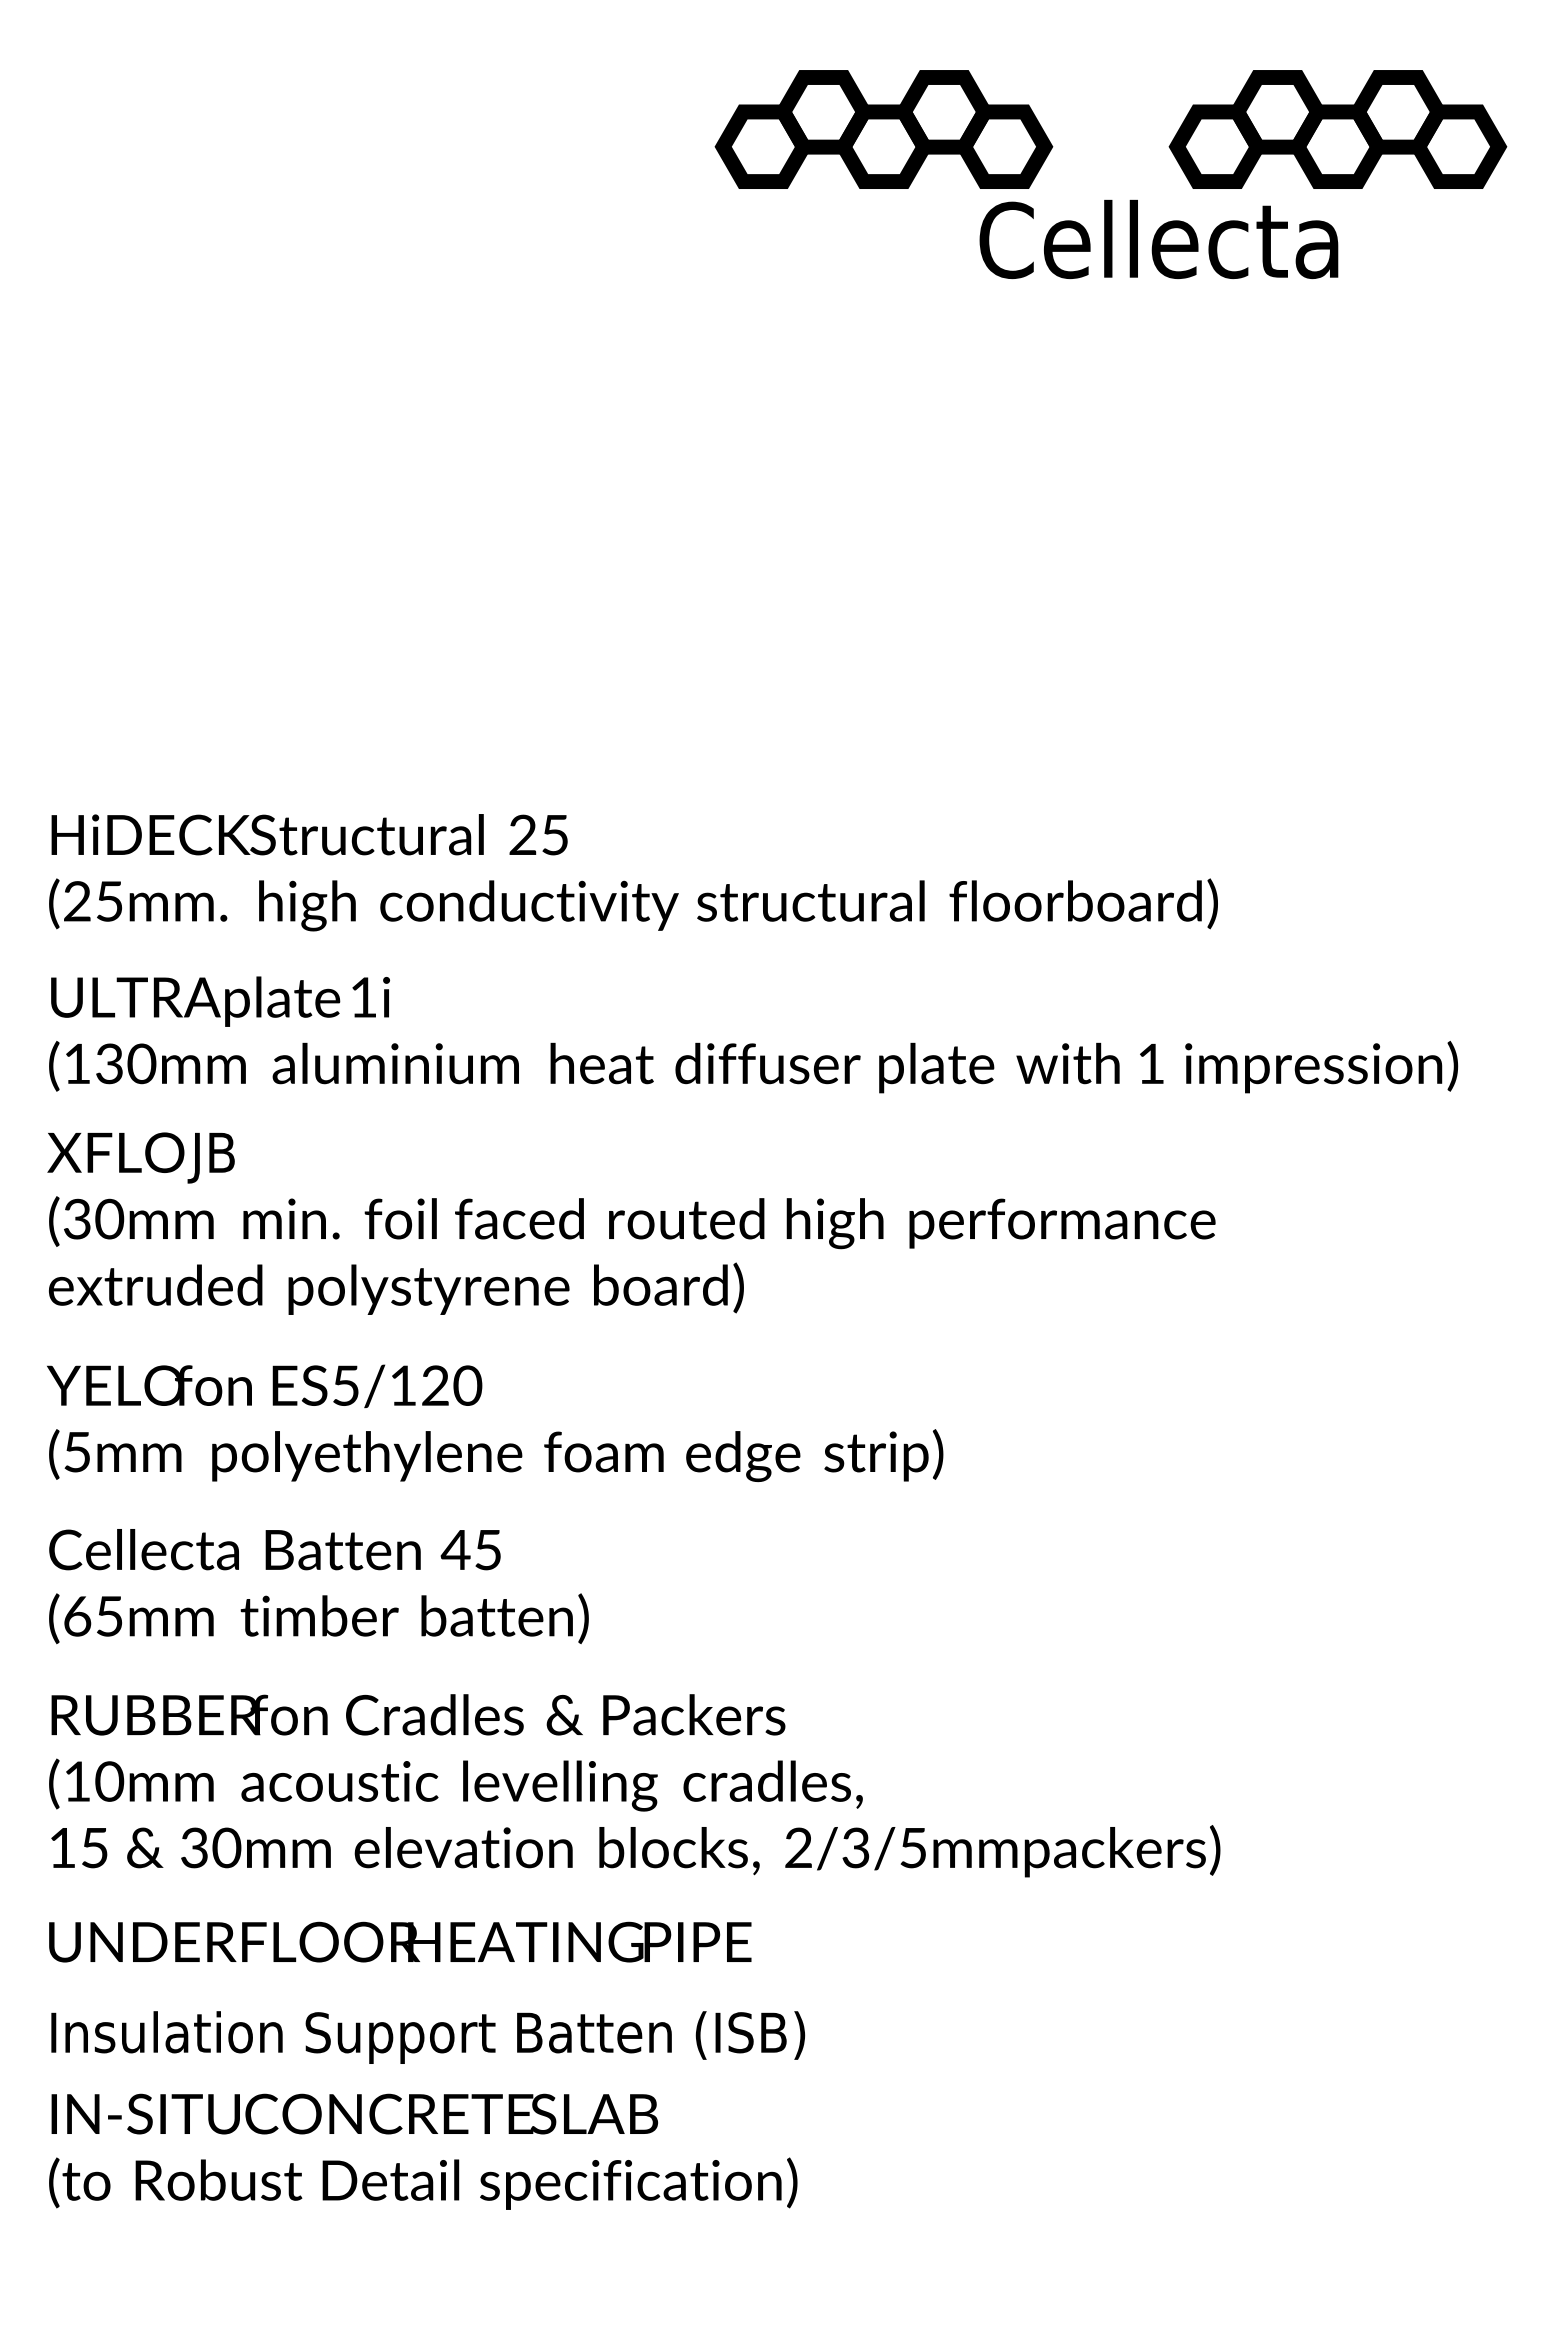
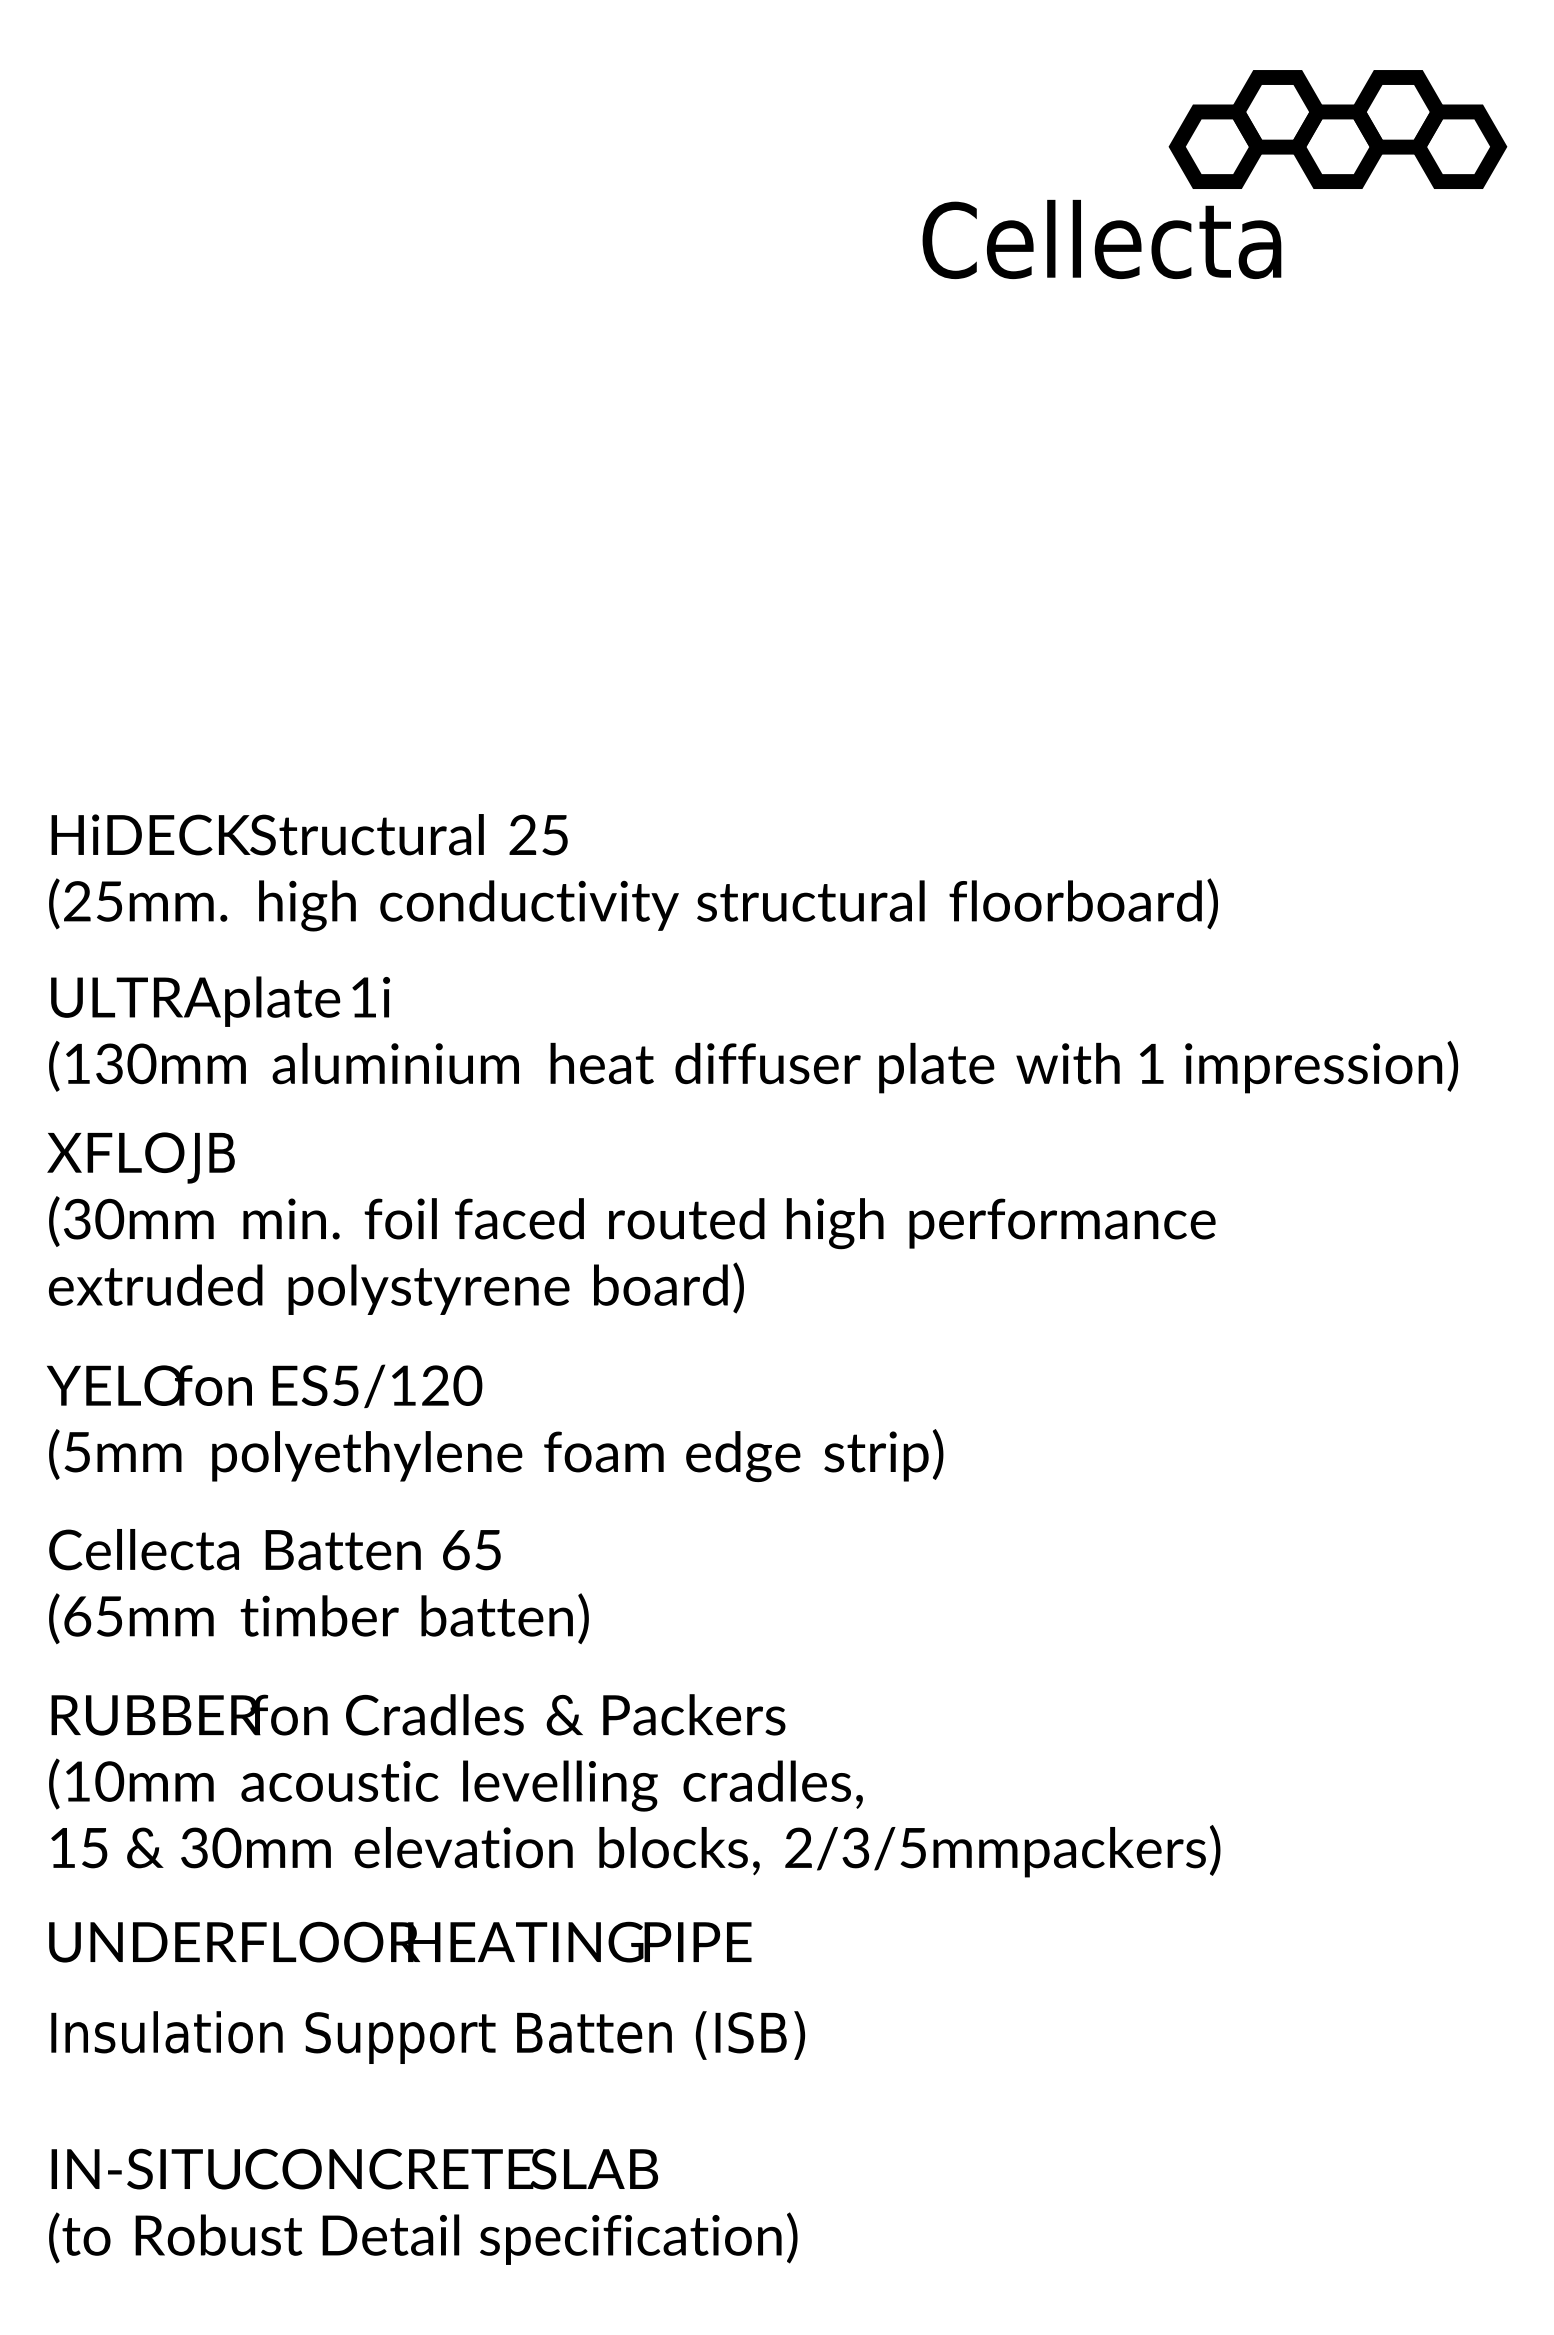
part at (883, 129): present -> none
text at (1158, 239) position: (1158, 239) -> (1101, 239)
text at (455, 1550): 45 -> 65
text at (423, 2151) position: (423, 2151) -> (423, 2206)
